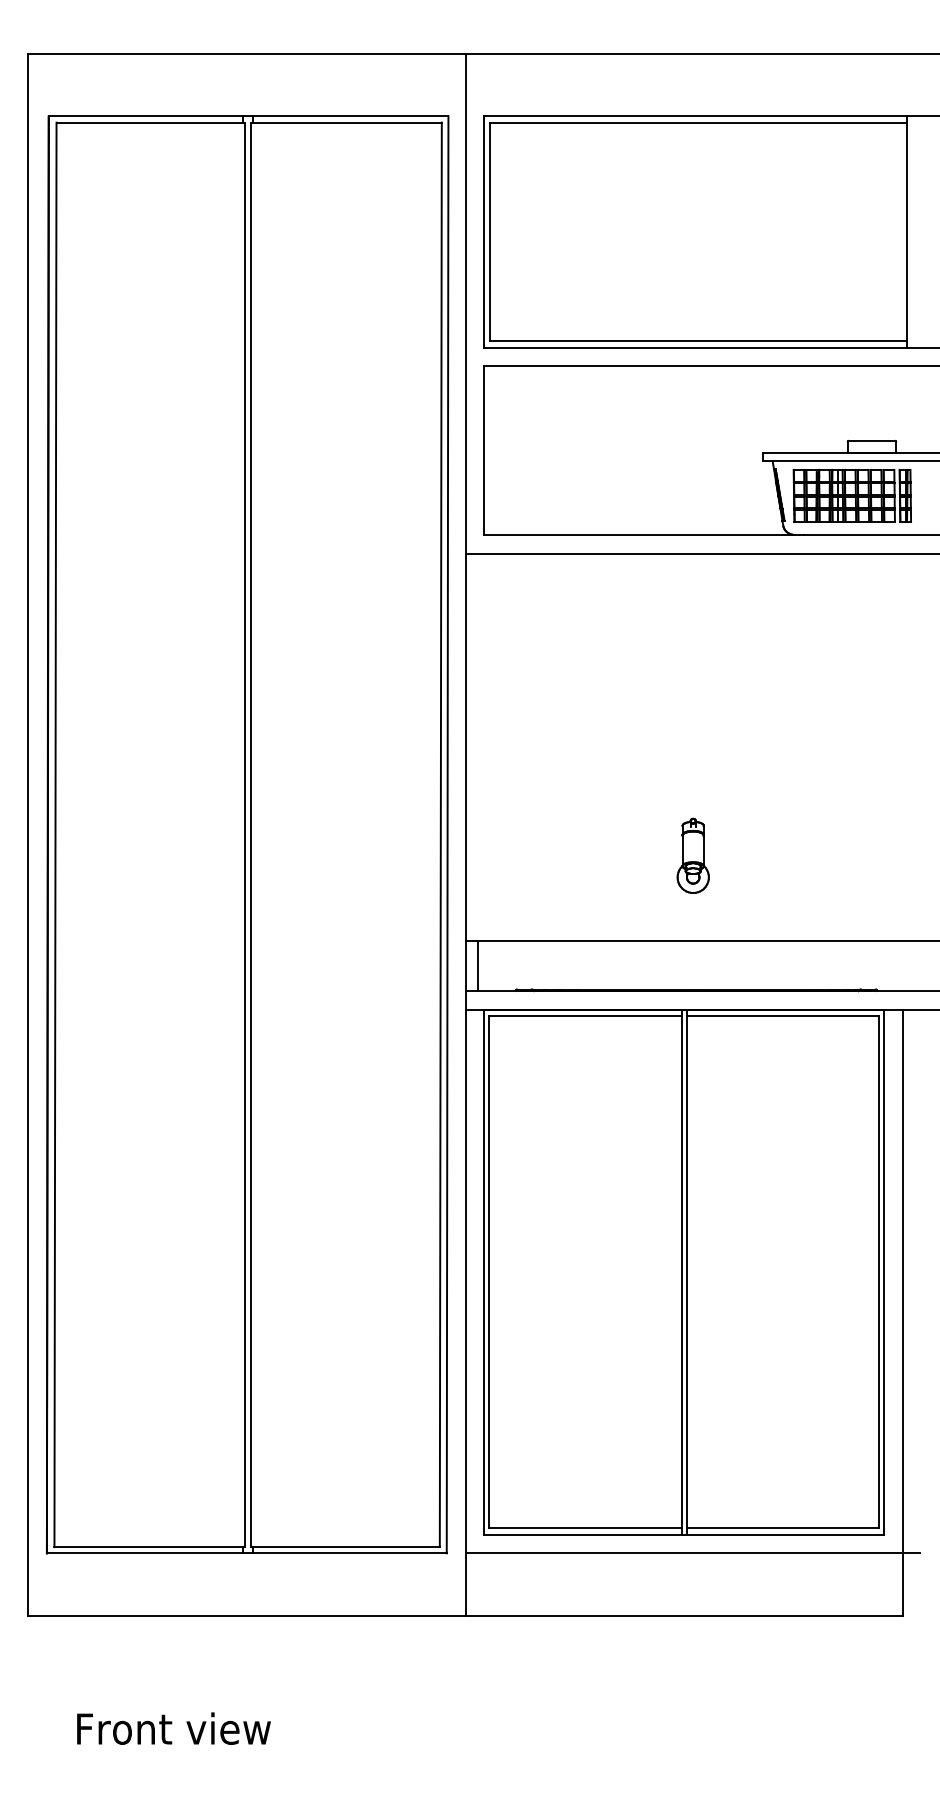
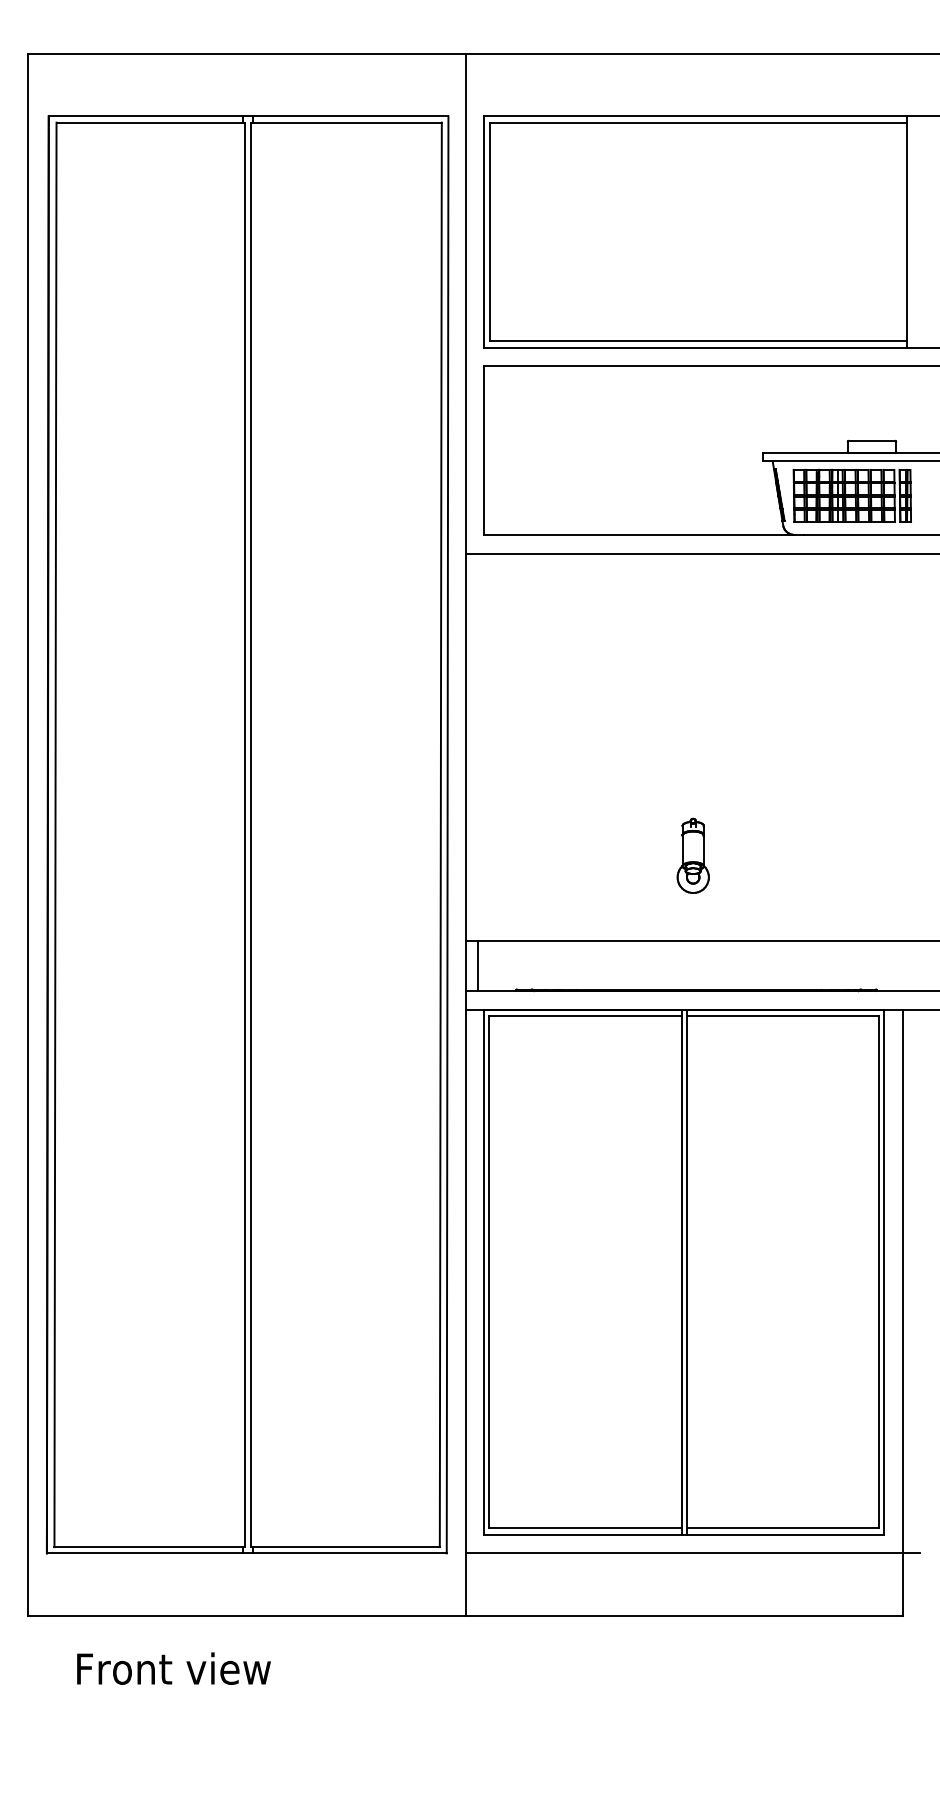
text at (173, 1728) position: (173, 1728) -> (173, 1668)
